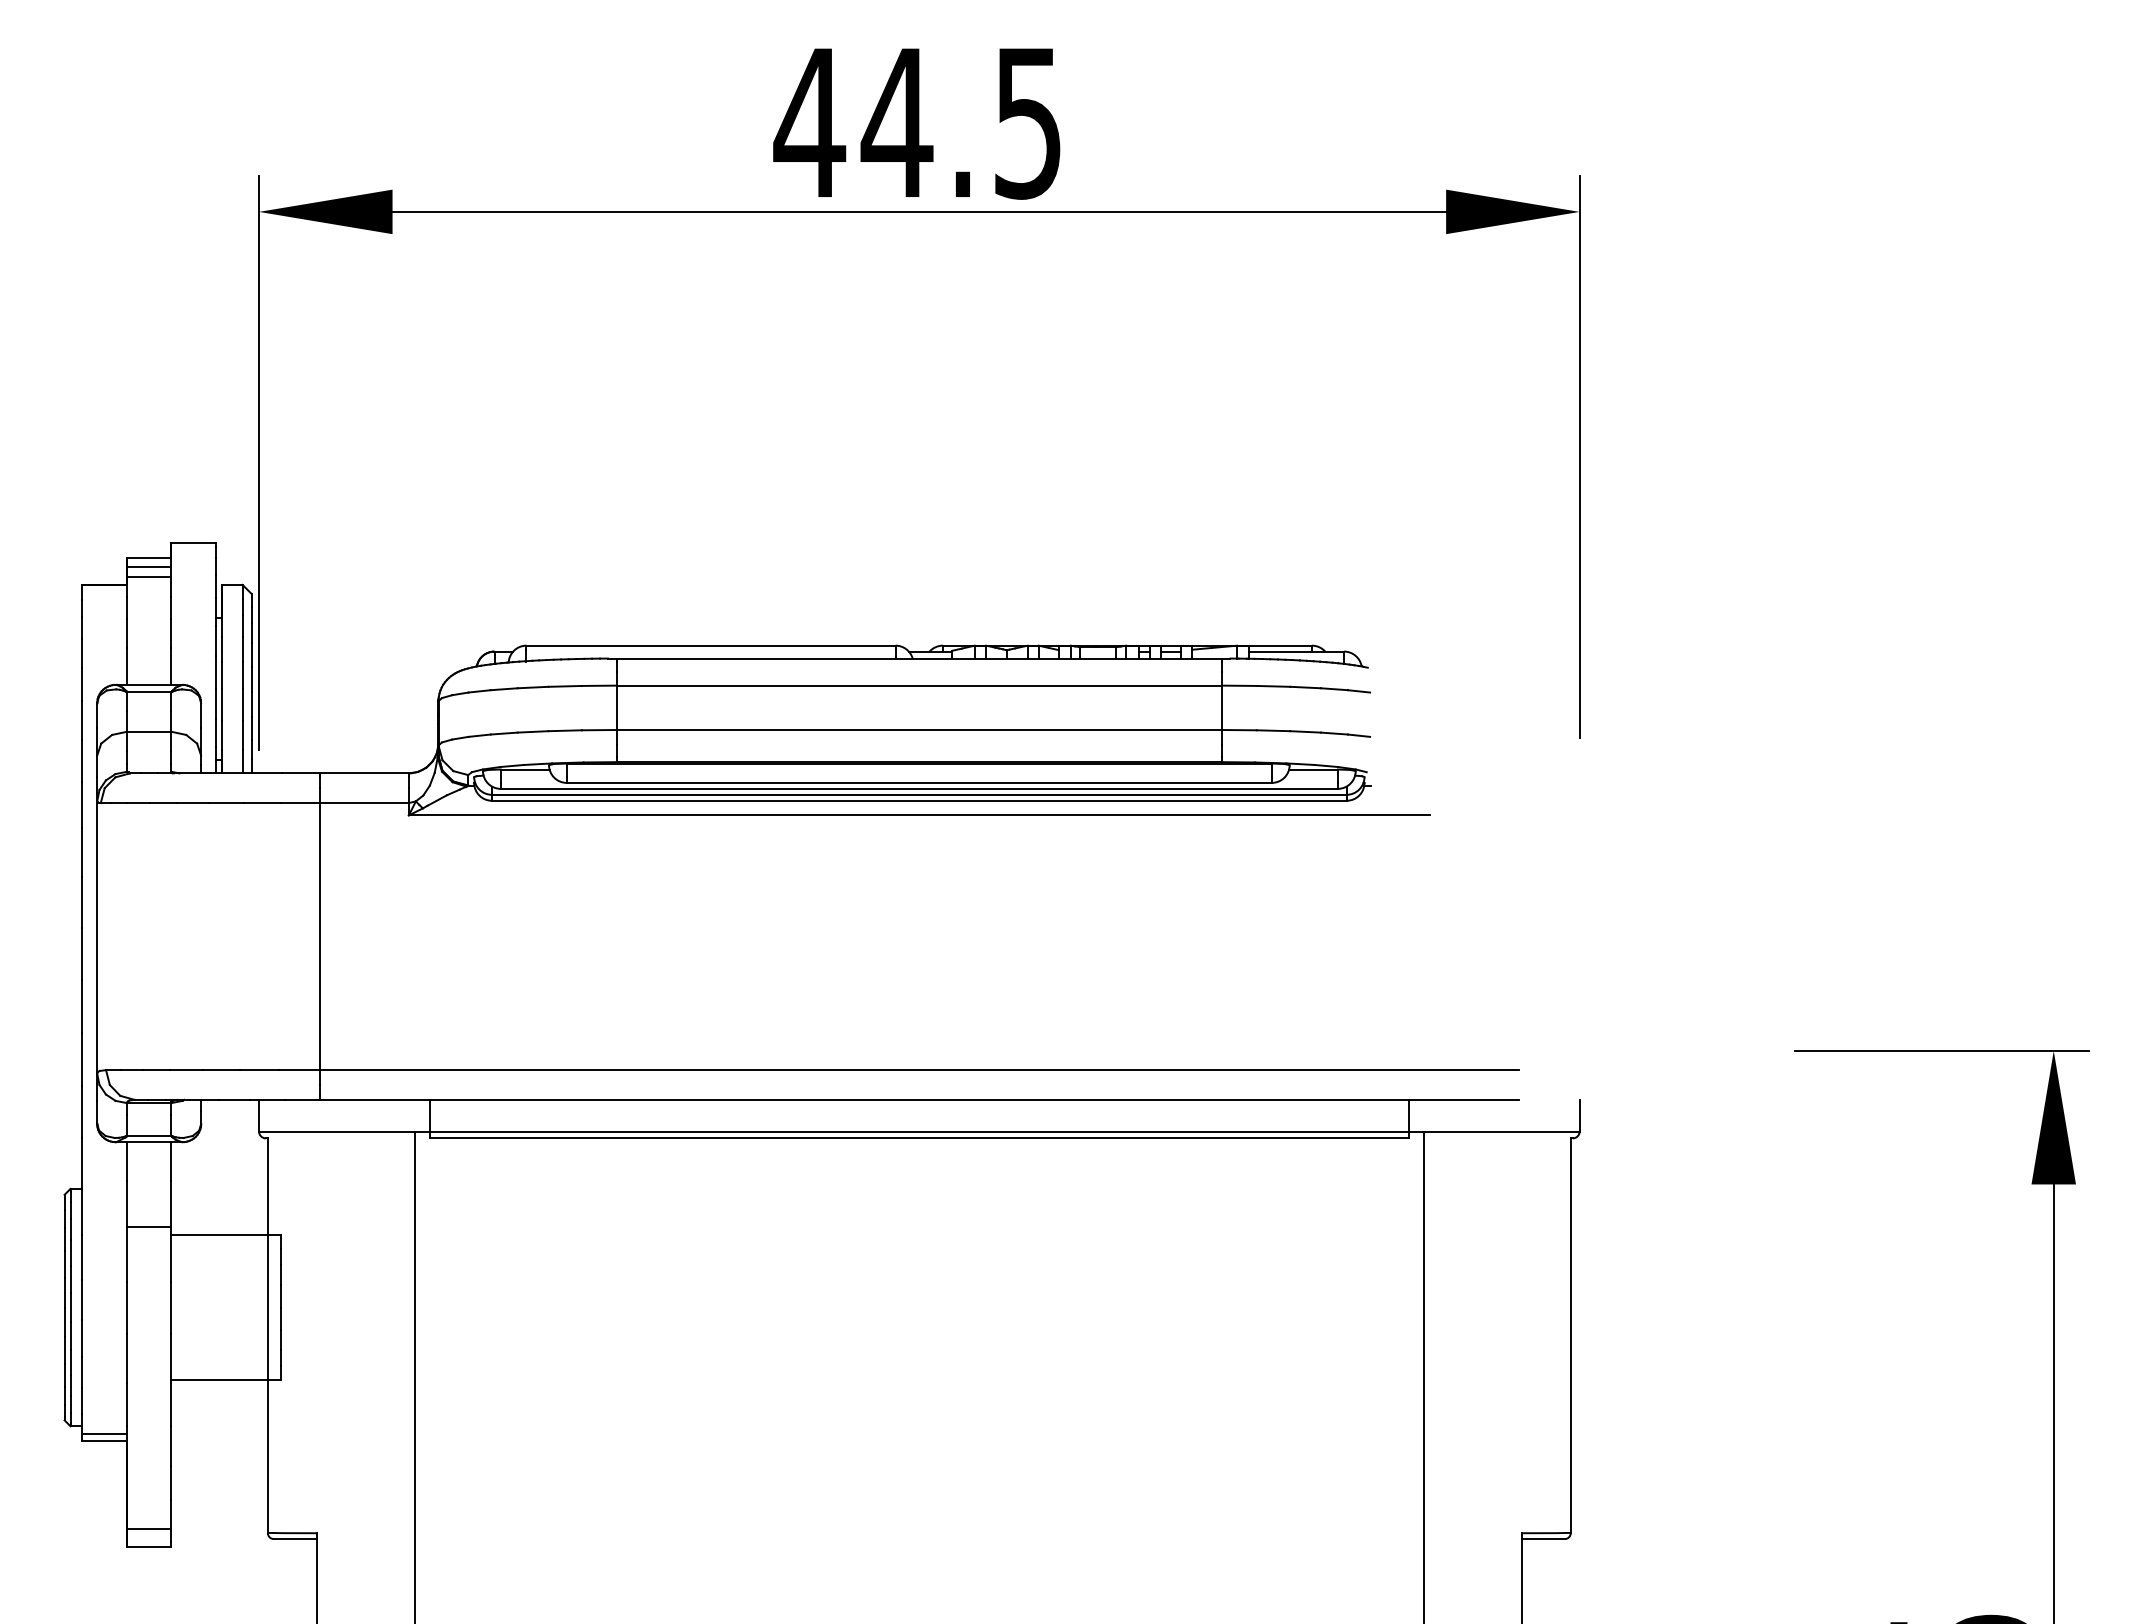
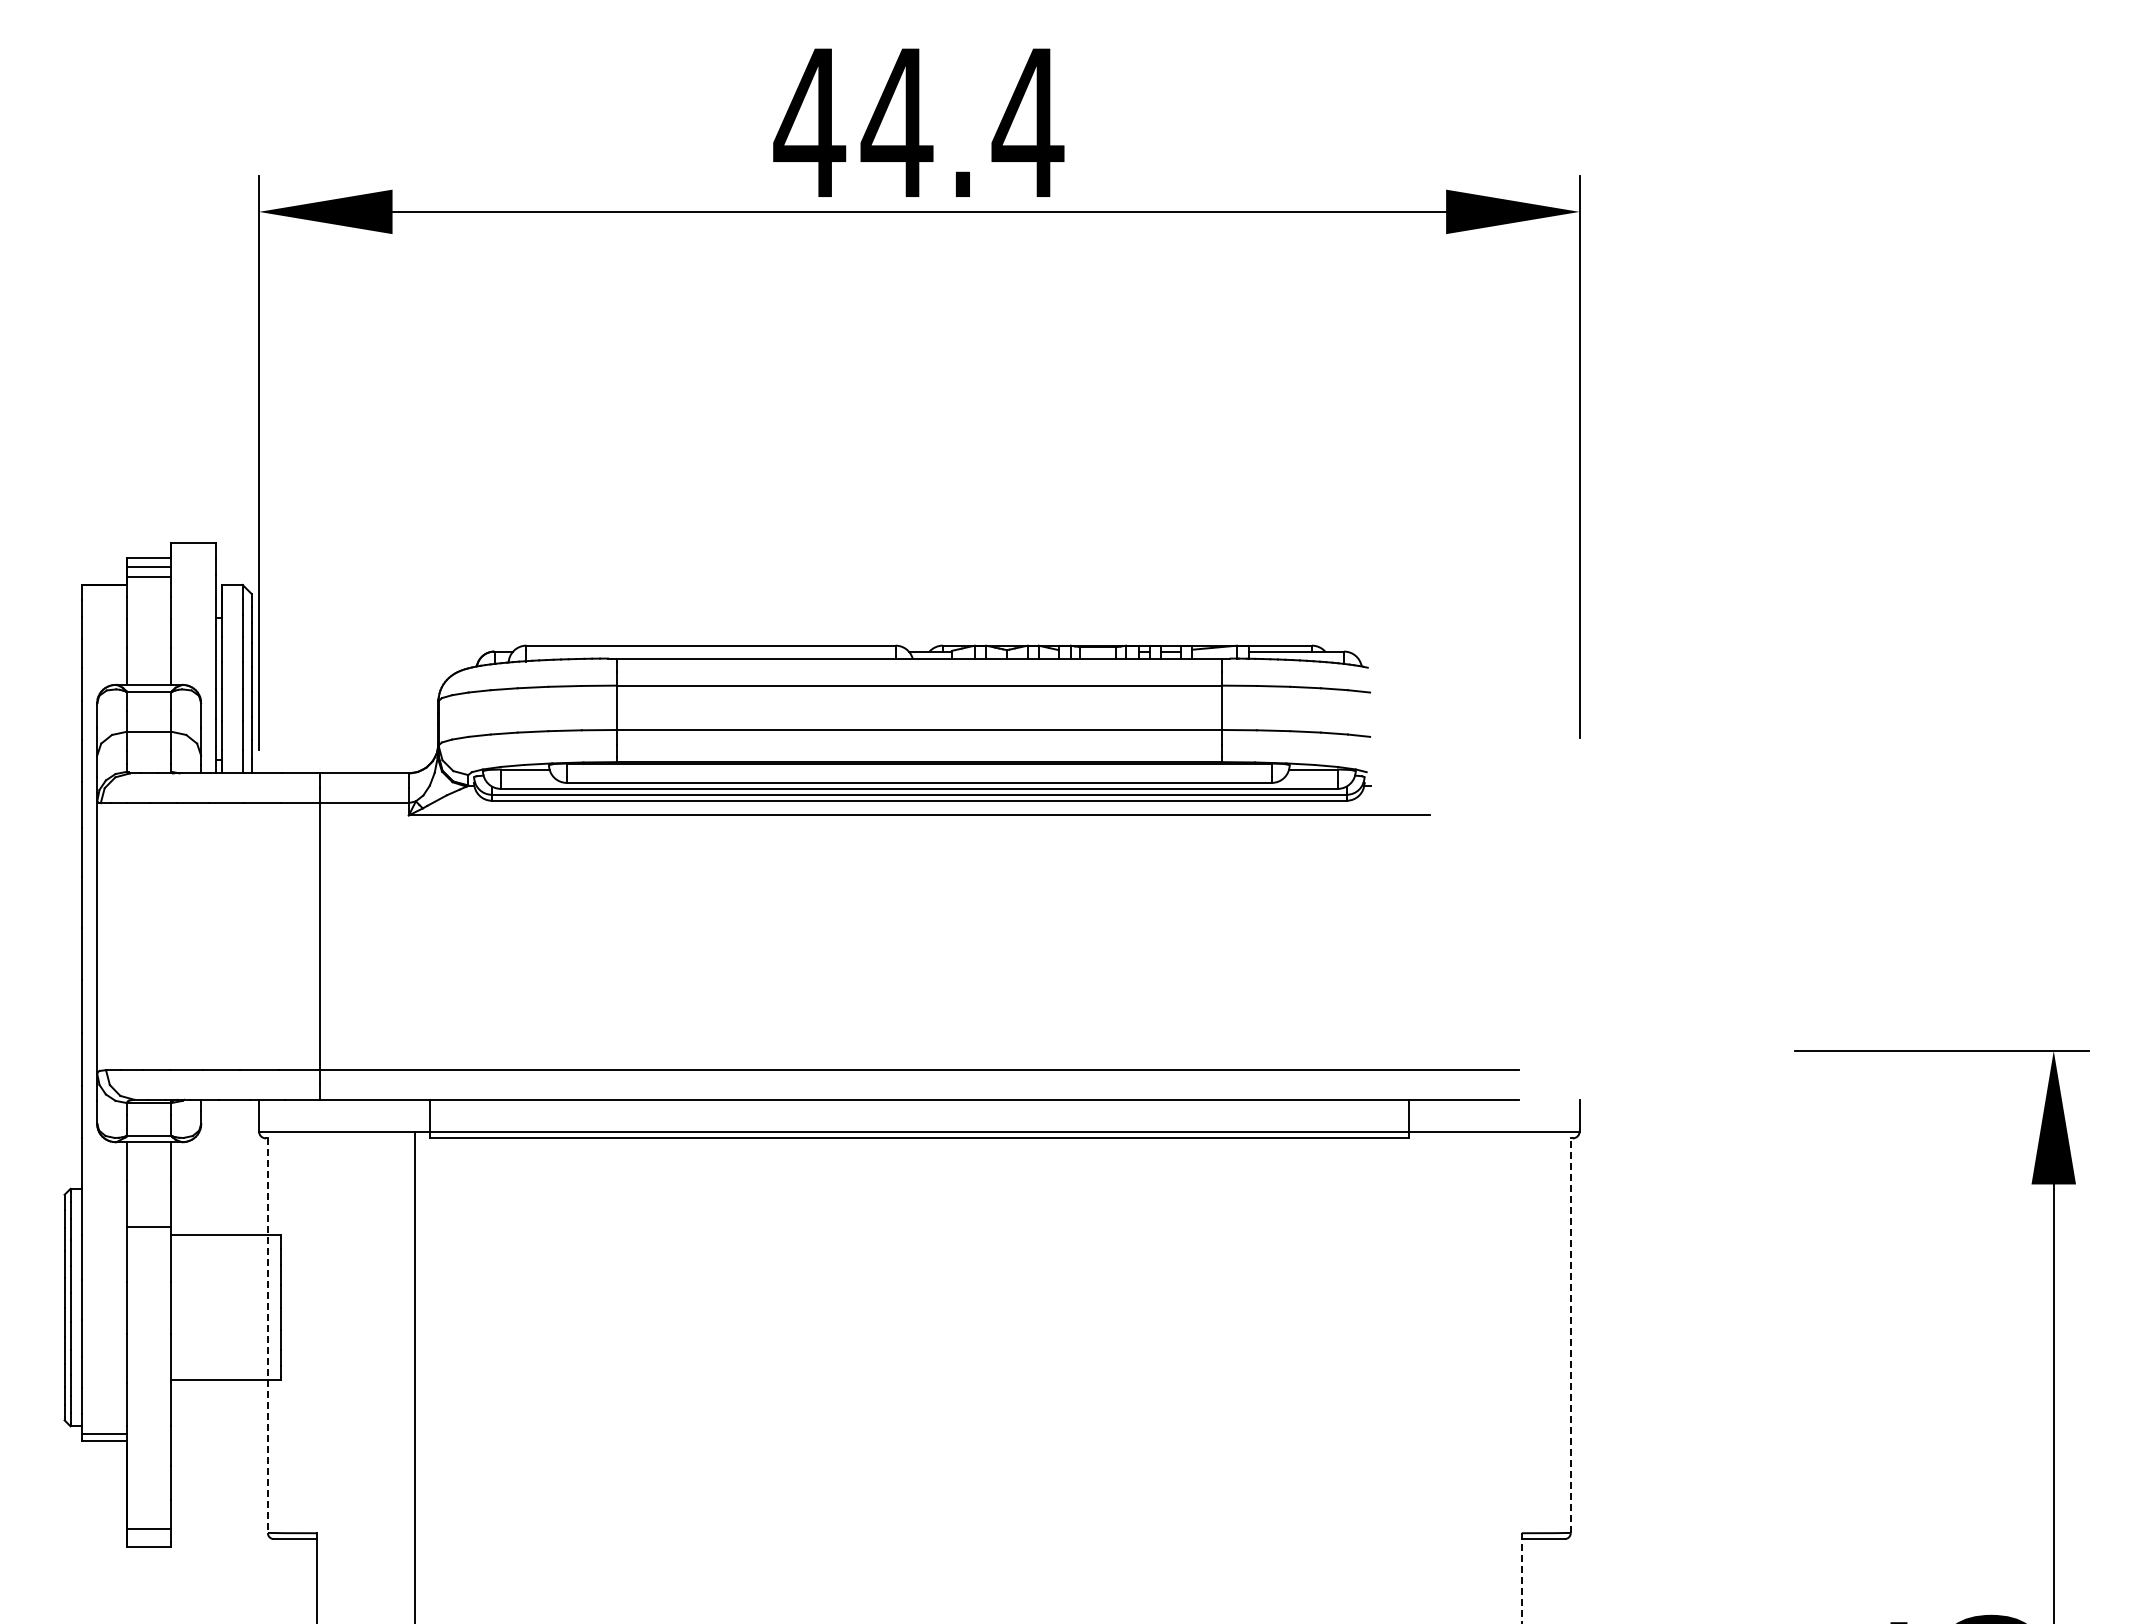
text at (1027, 123): 44.5 -> 44.4
line at (1570, 1335): solid -> dashed
line at (267, 1336): solid -> dashed
line at (1423, 1375): present -> none
line at (1521, 1578): solid -> dashed
